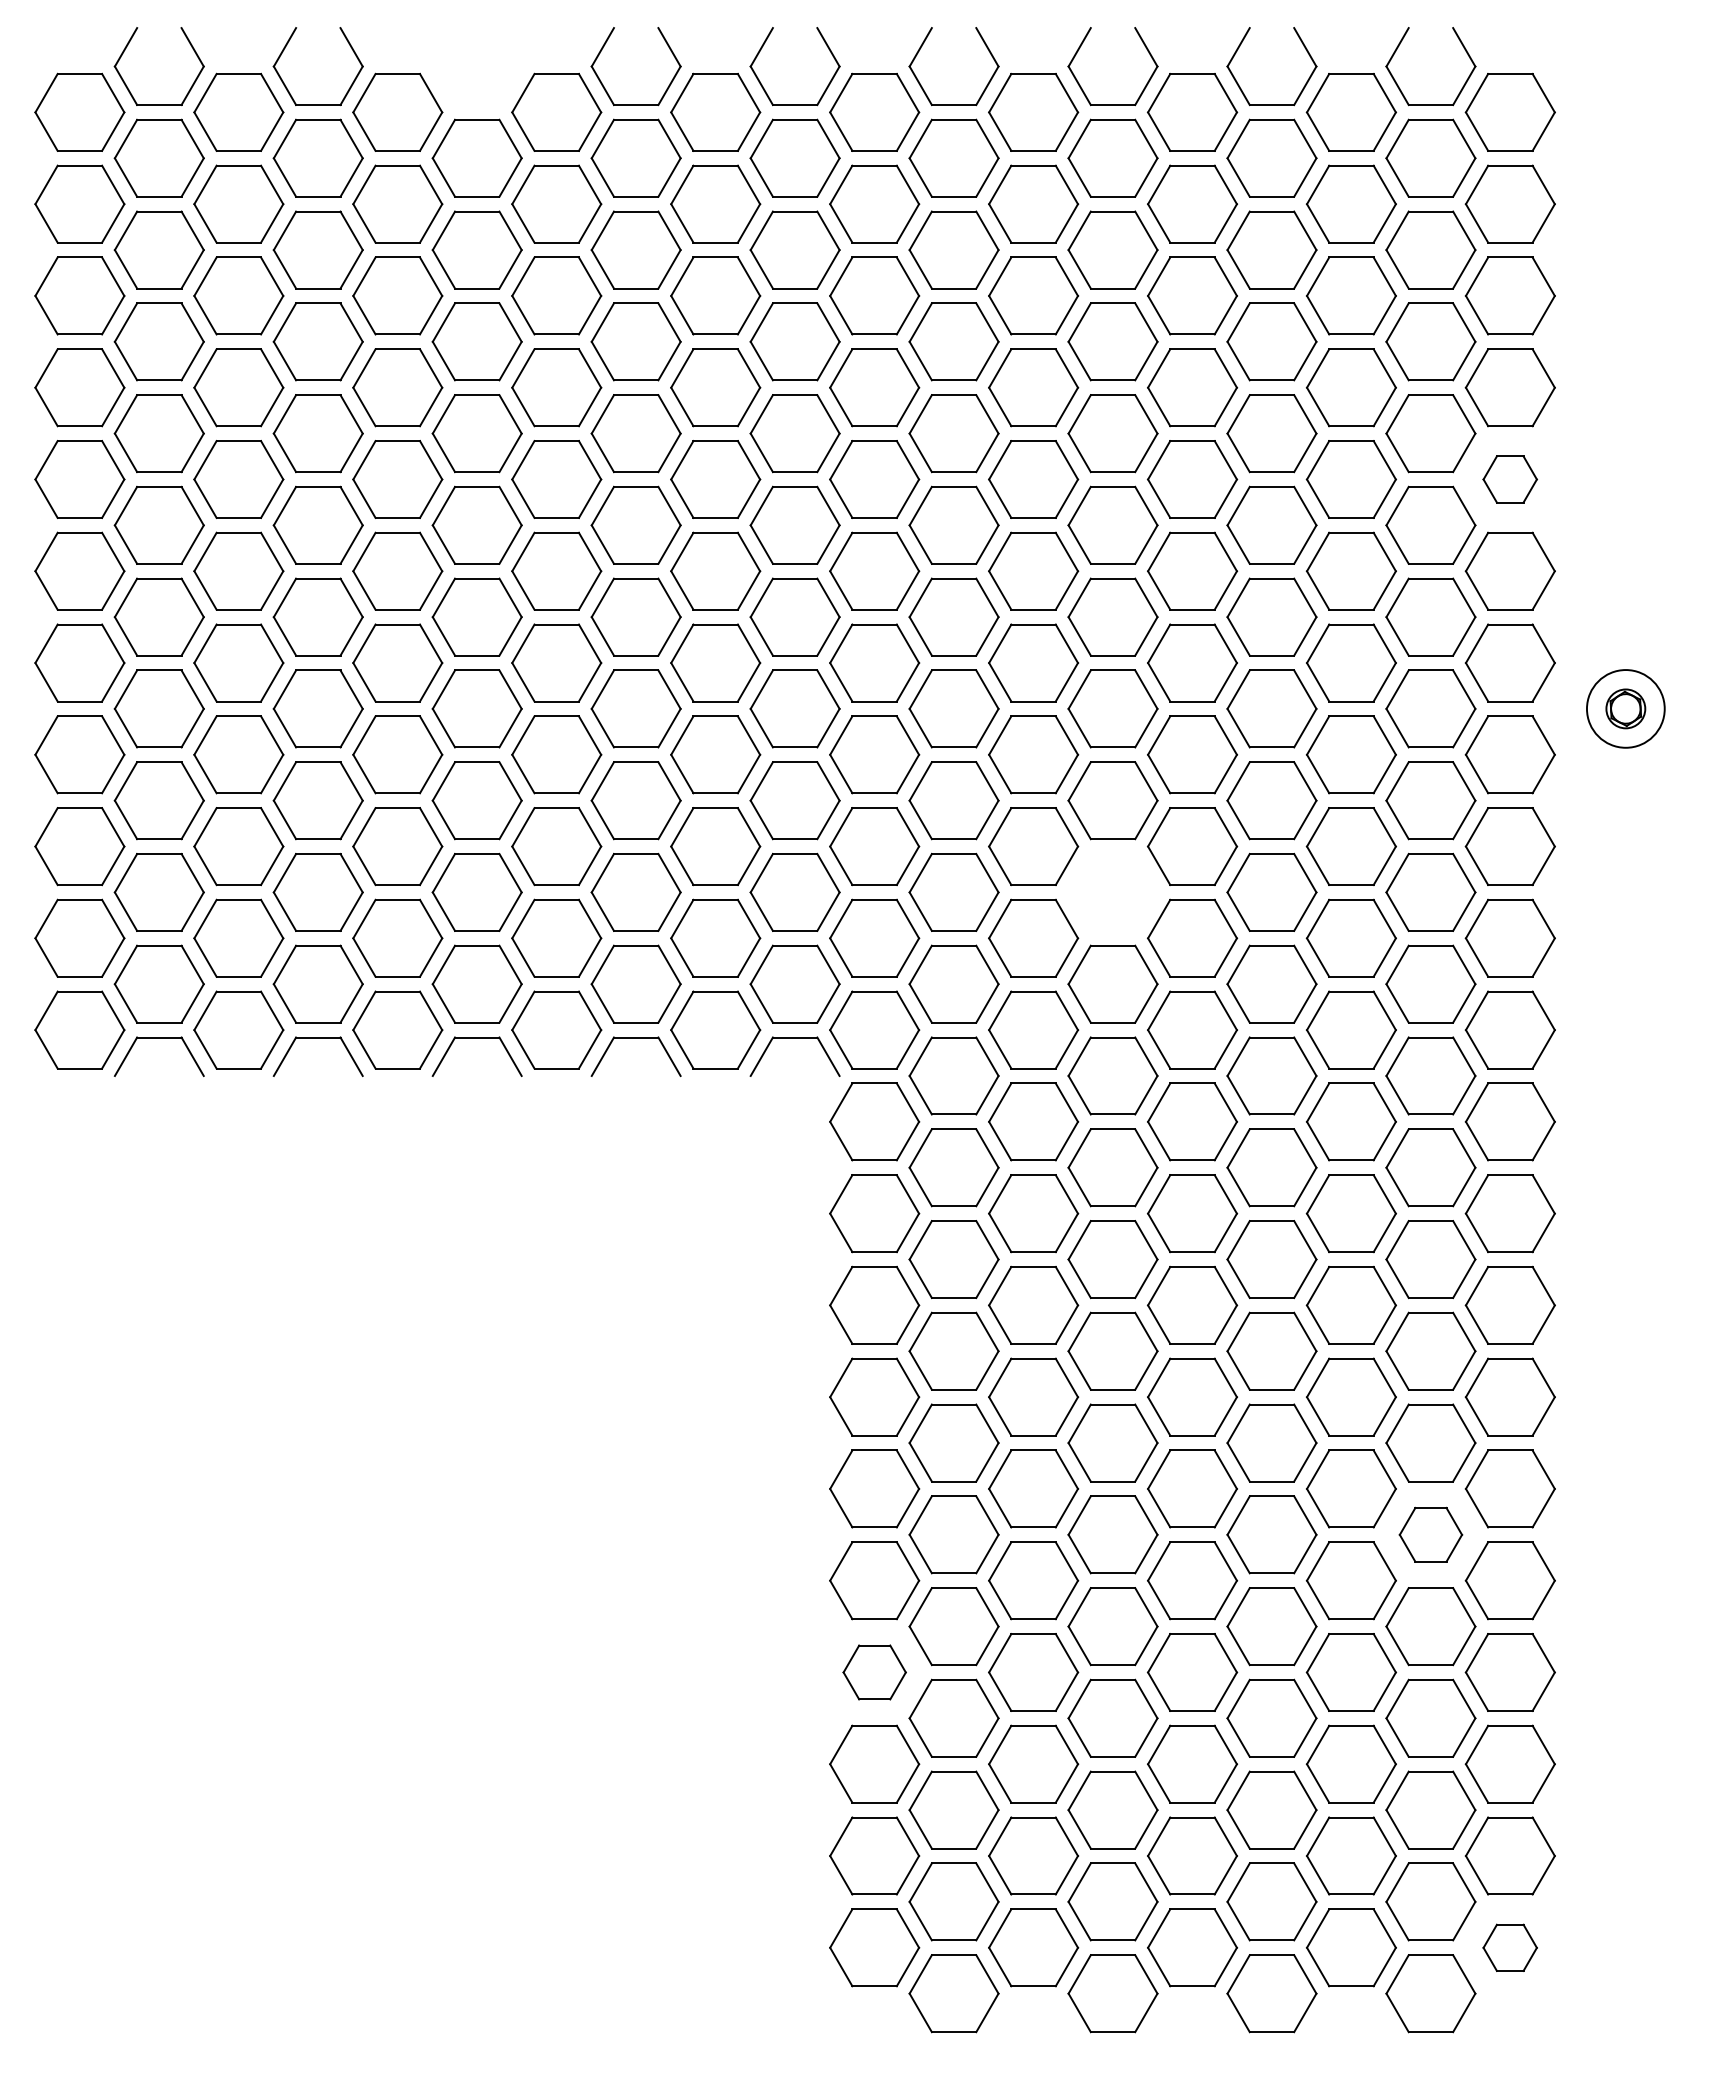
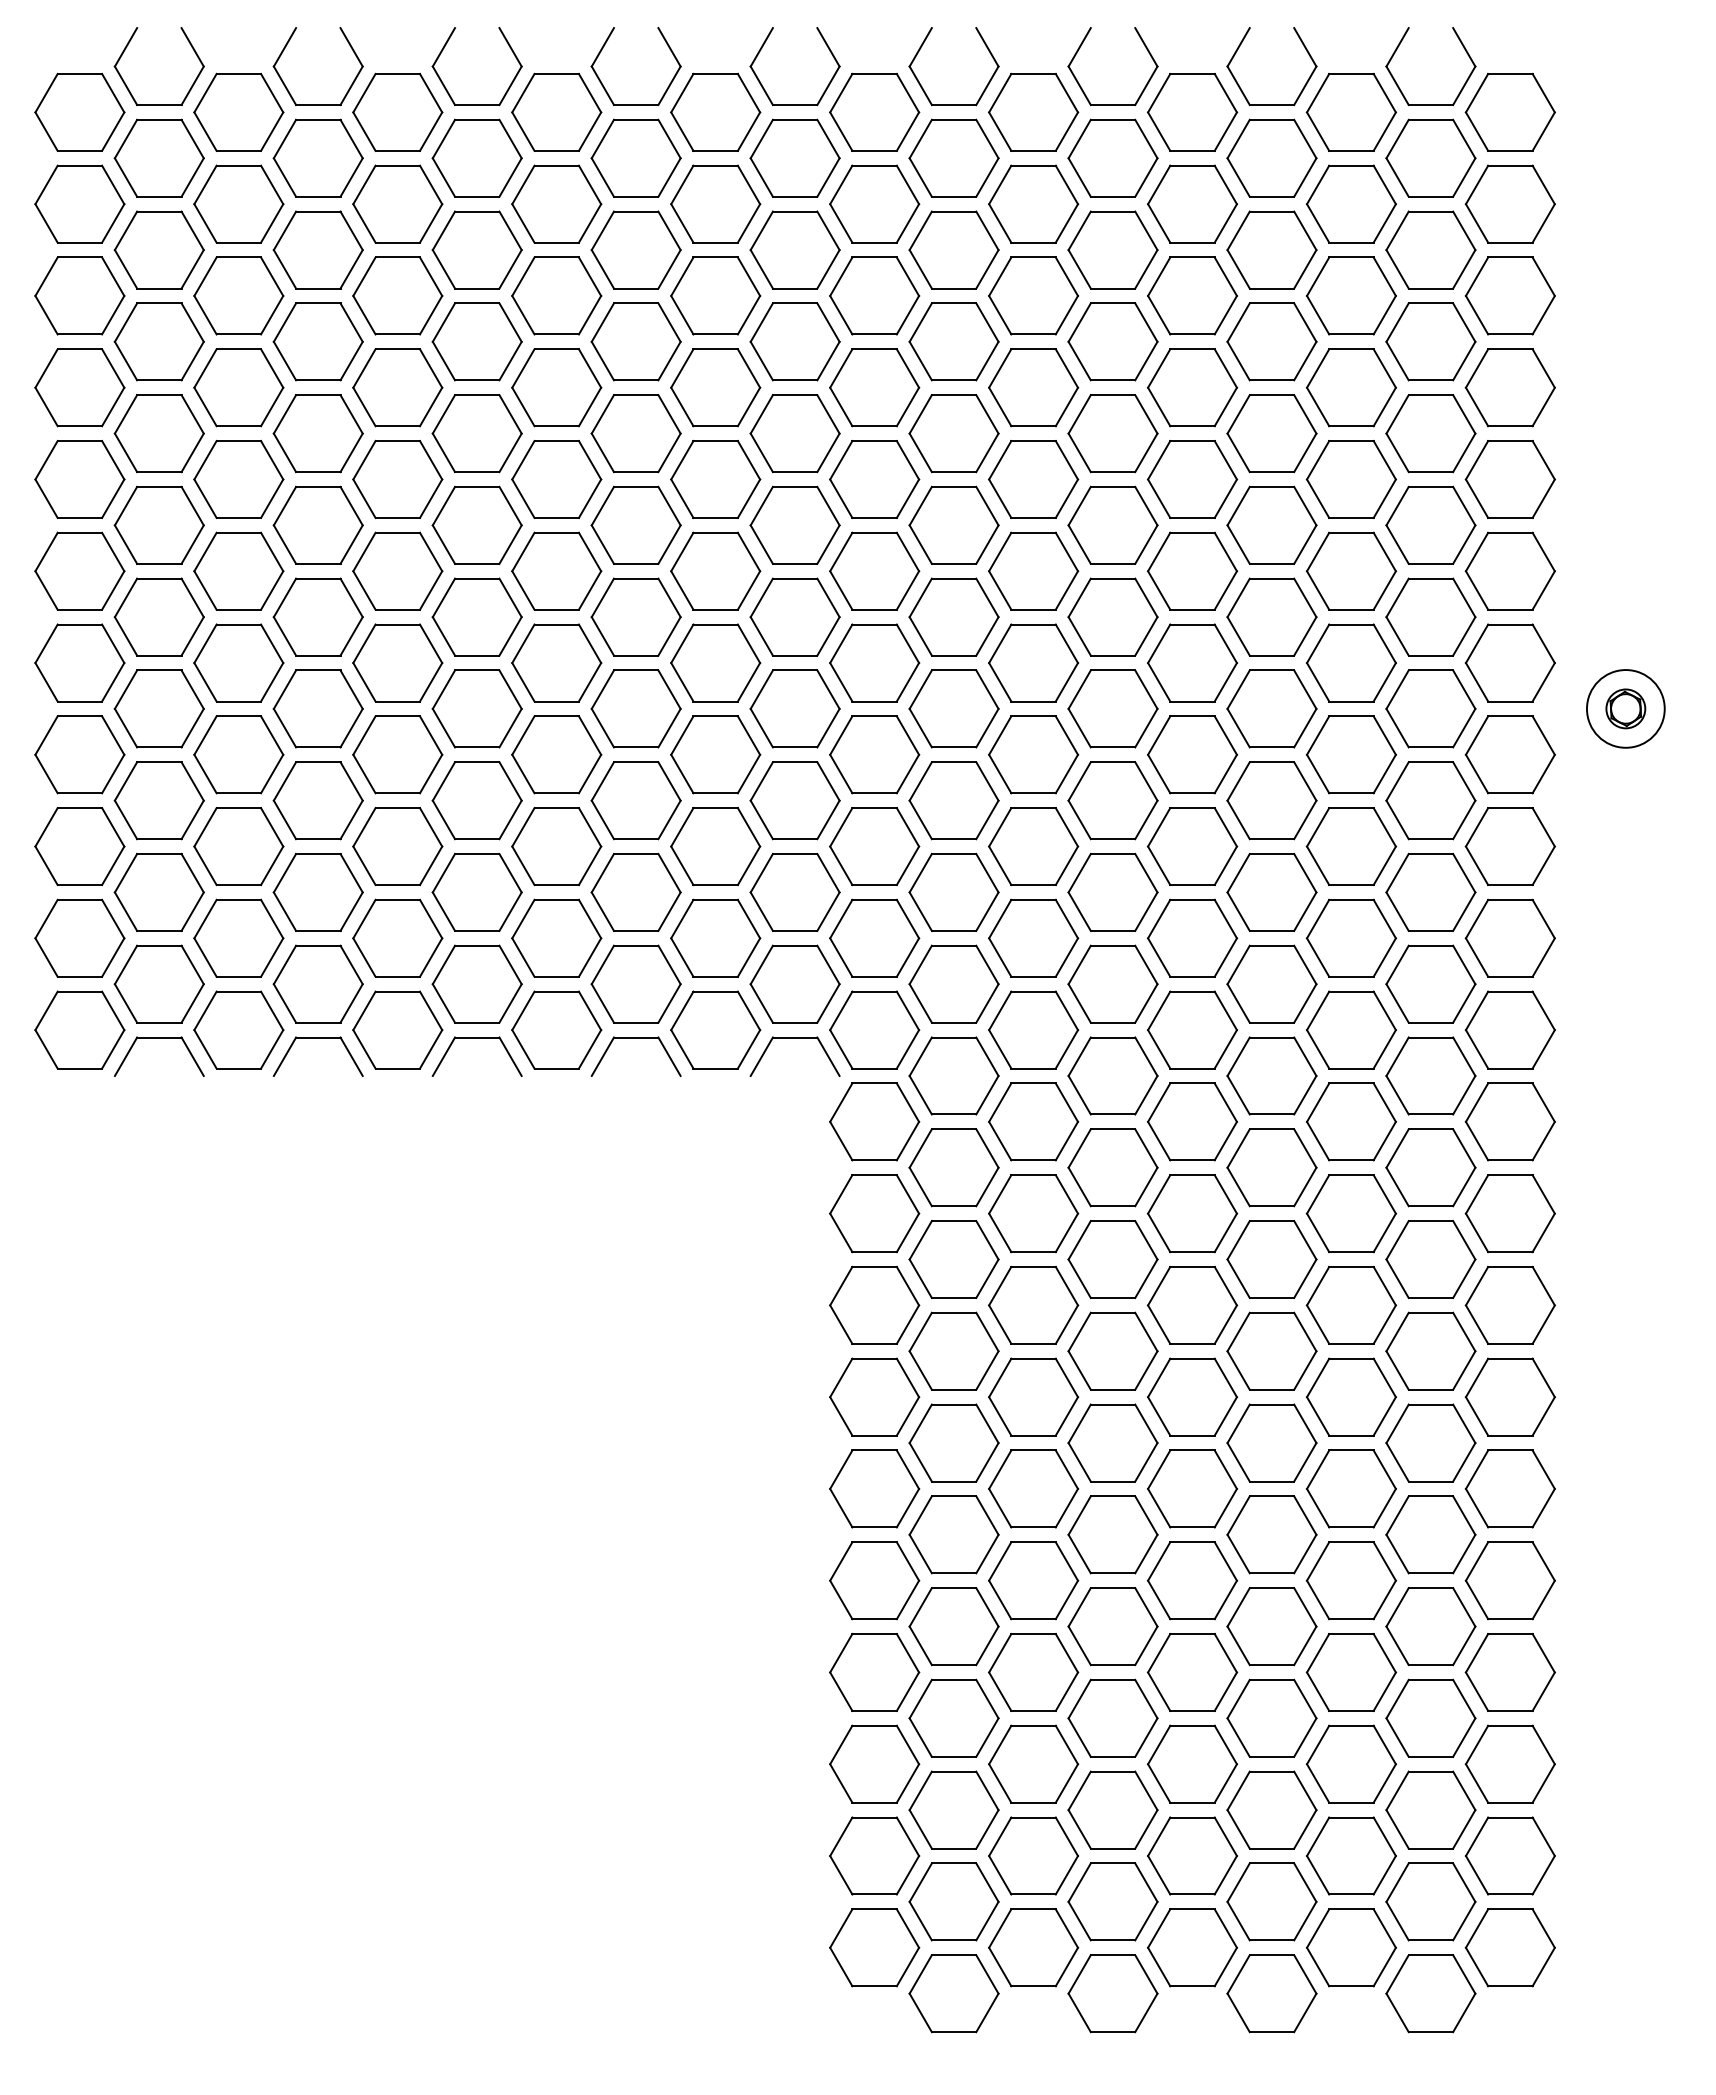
part at (446, 45): none -> present
part at (1509, 479) size: 56x49 px -> 92x79 px
part at (1112, 891): none -> present
part at (1430, 1534) size: 66x57 px -> 92x80 px
part at (874, 1672) size: 65x57 px -> 92x79 px
part at (1509, 1947) size: 56x49 px -> 92x80 px
